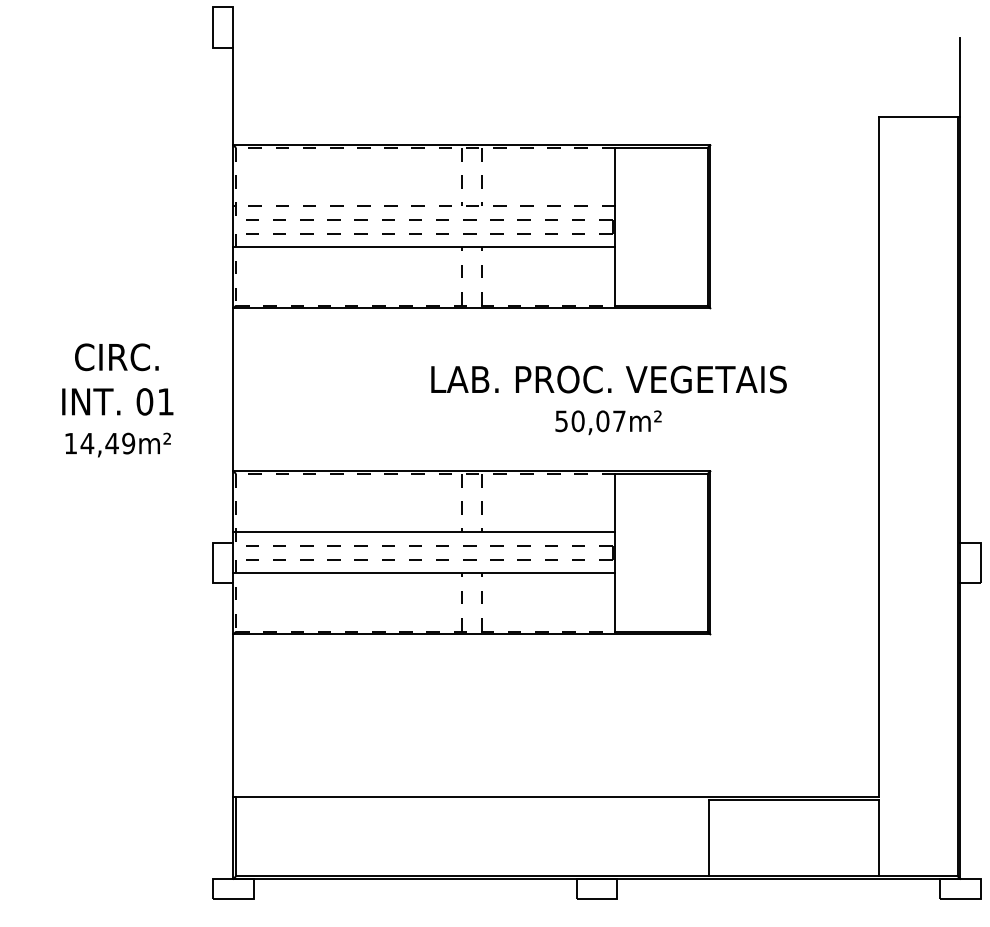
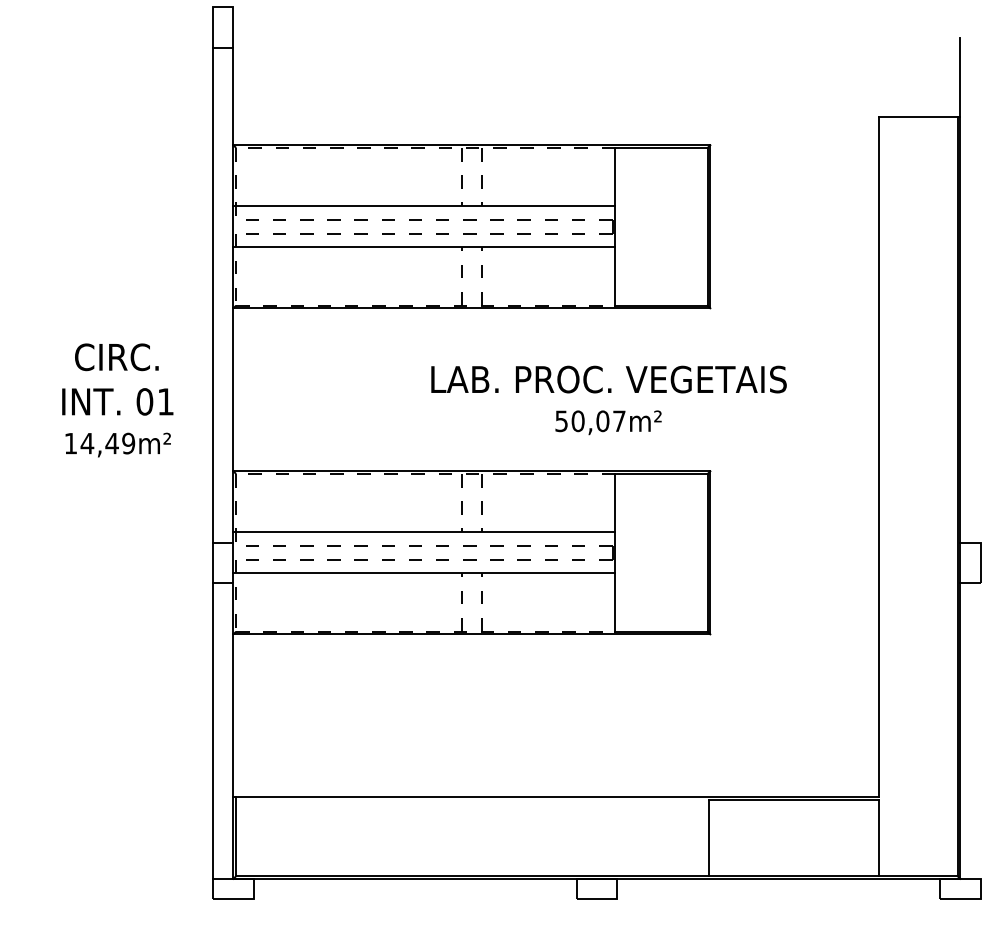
line at (424, 206): dashed -> solid
line at (213, 295): none -> present
line at (213, 730): none -> present
